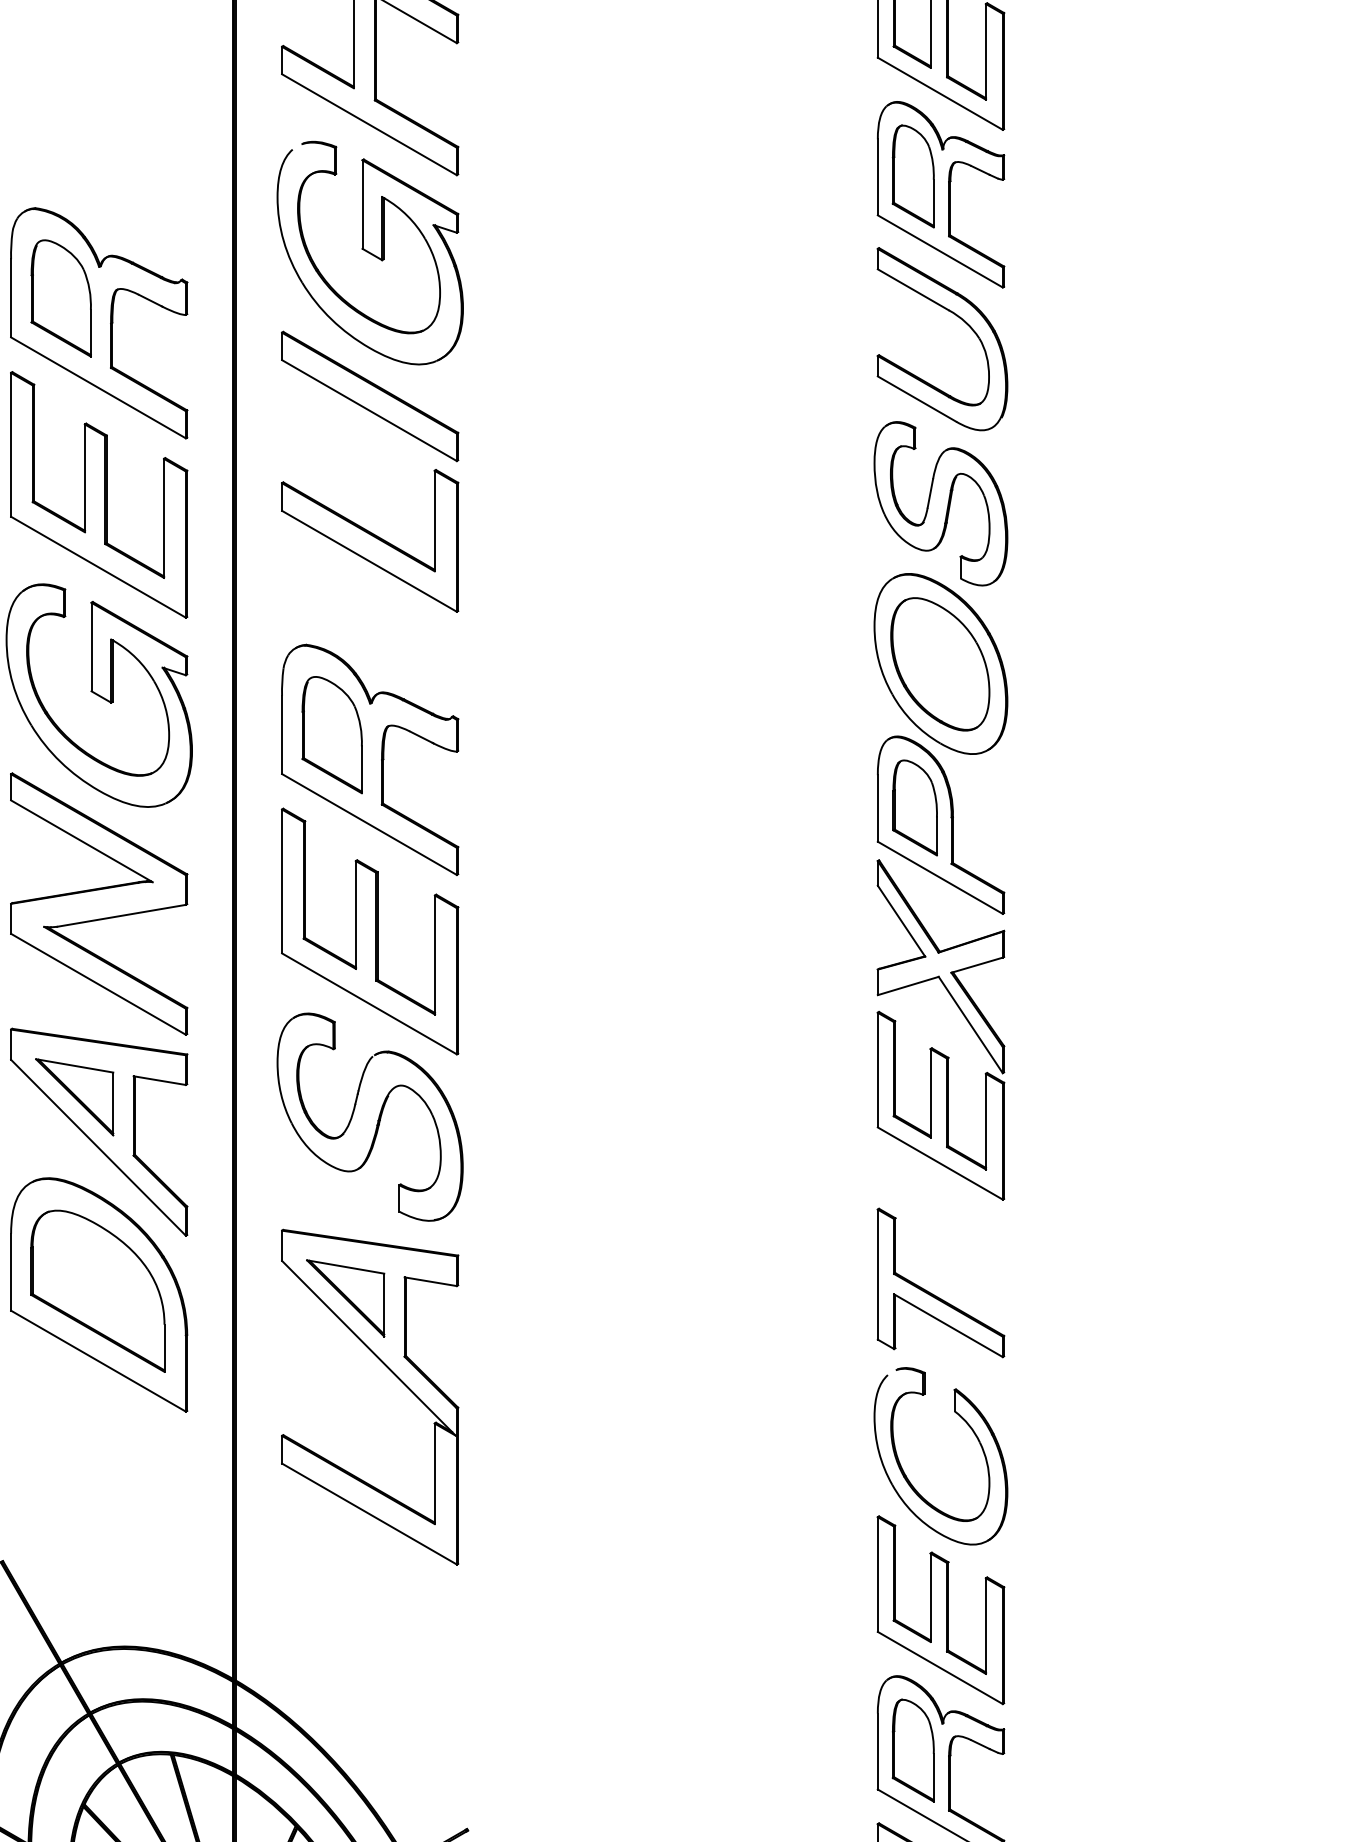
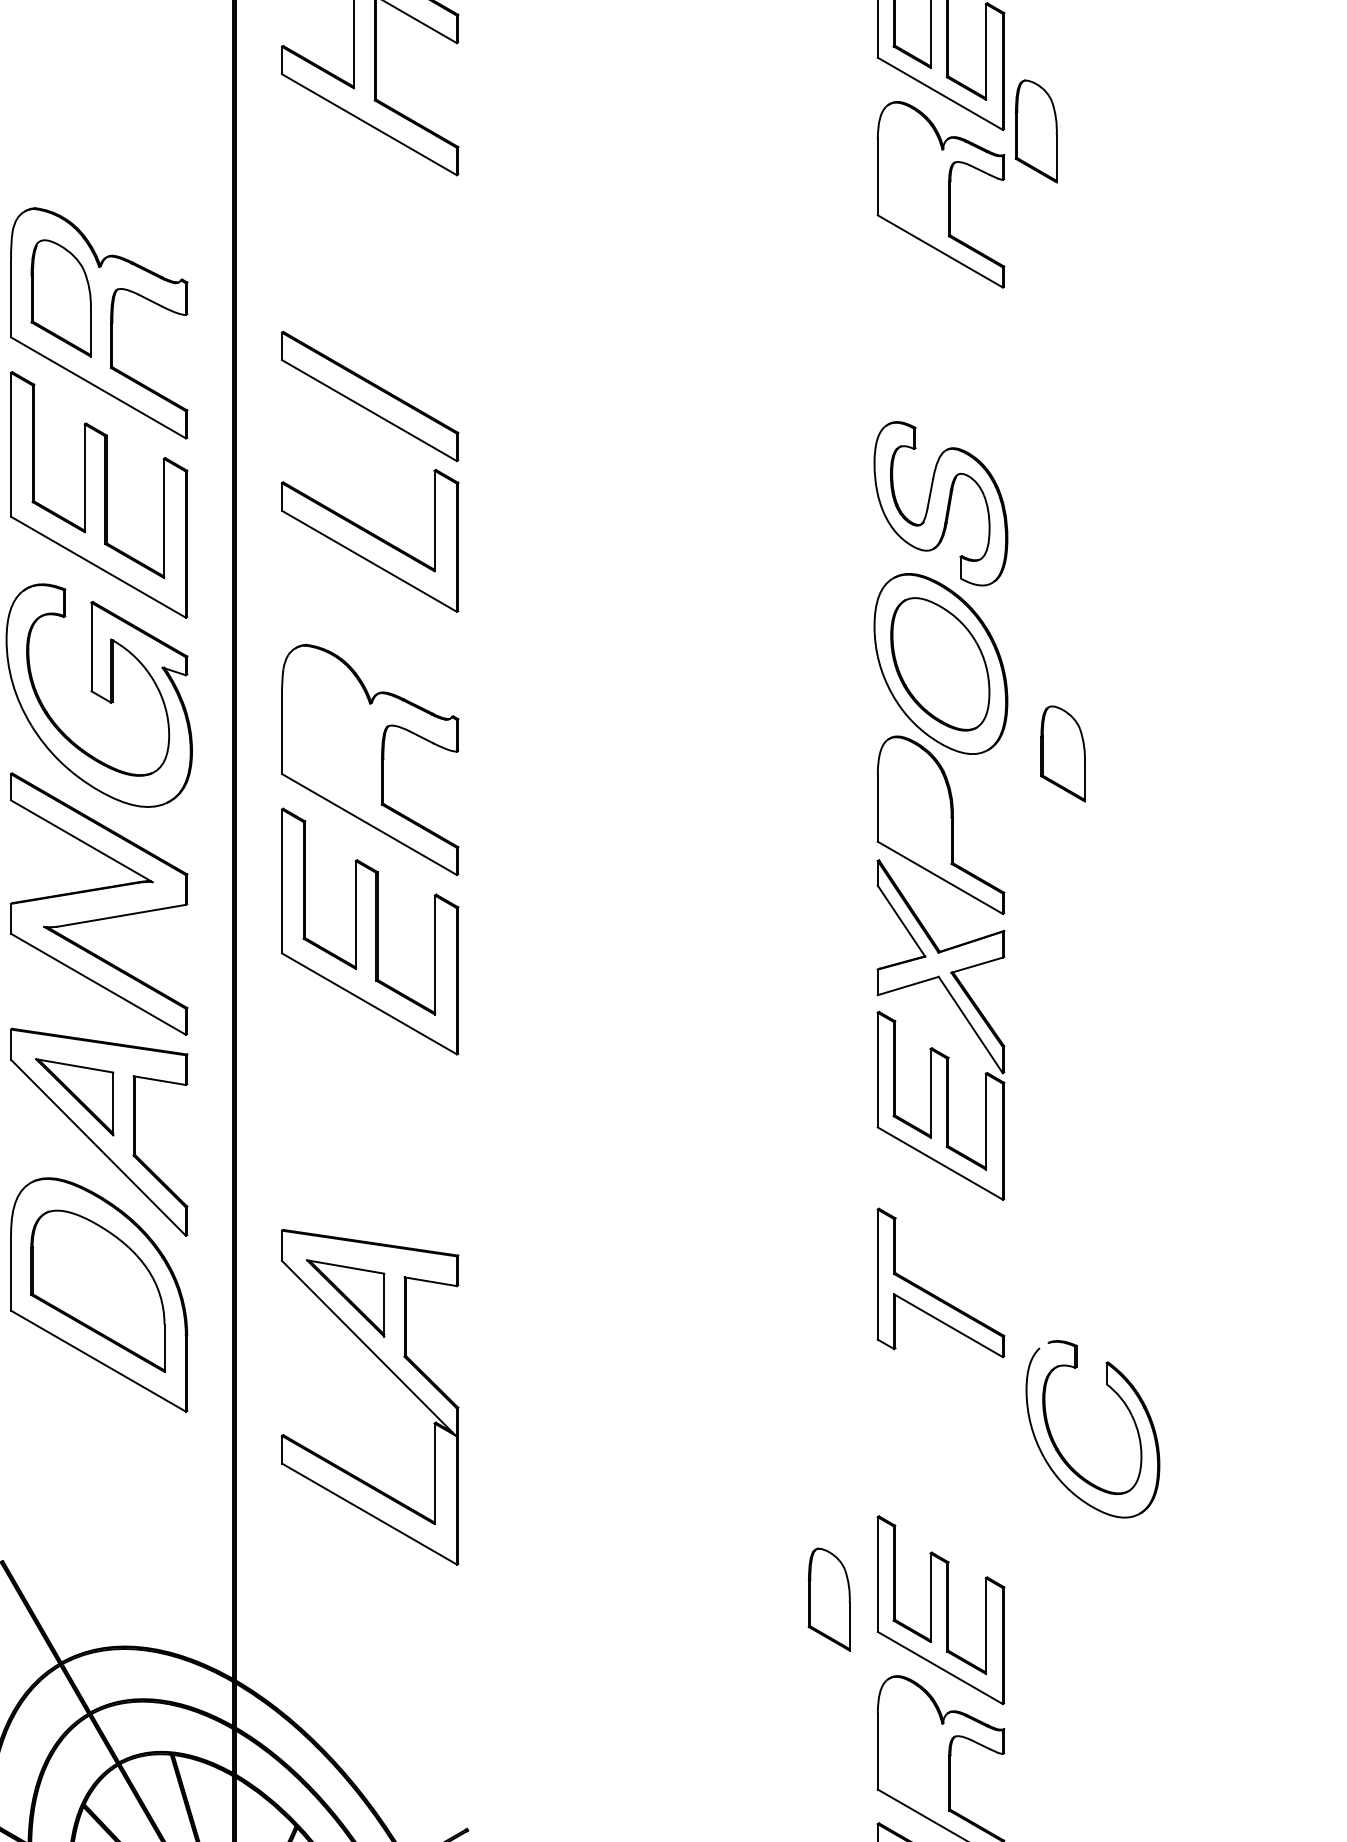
part at (912, 176) position: (912, 176) -> (1035, 131)
part at (369, 253): present -> none
part at (960, 319): present -> none
part at (331, 735): present -> none
part at (914, 807) position: (914, 807) -> (1062, 753)
part at (369, 1116): present -> none
part at (908, 1478) position: (908, 1478) -> (1060, 1451)
part at (912, 1750) position: (912, 1750) -> (828, 1599)
